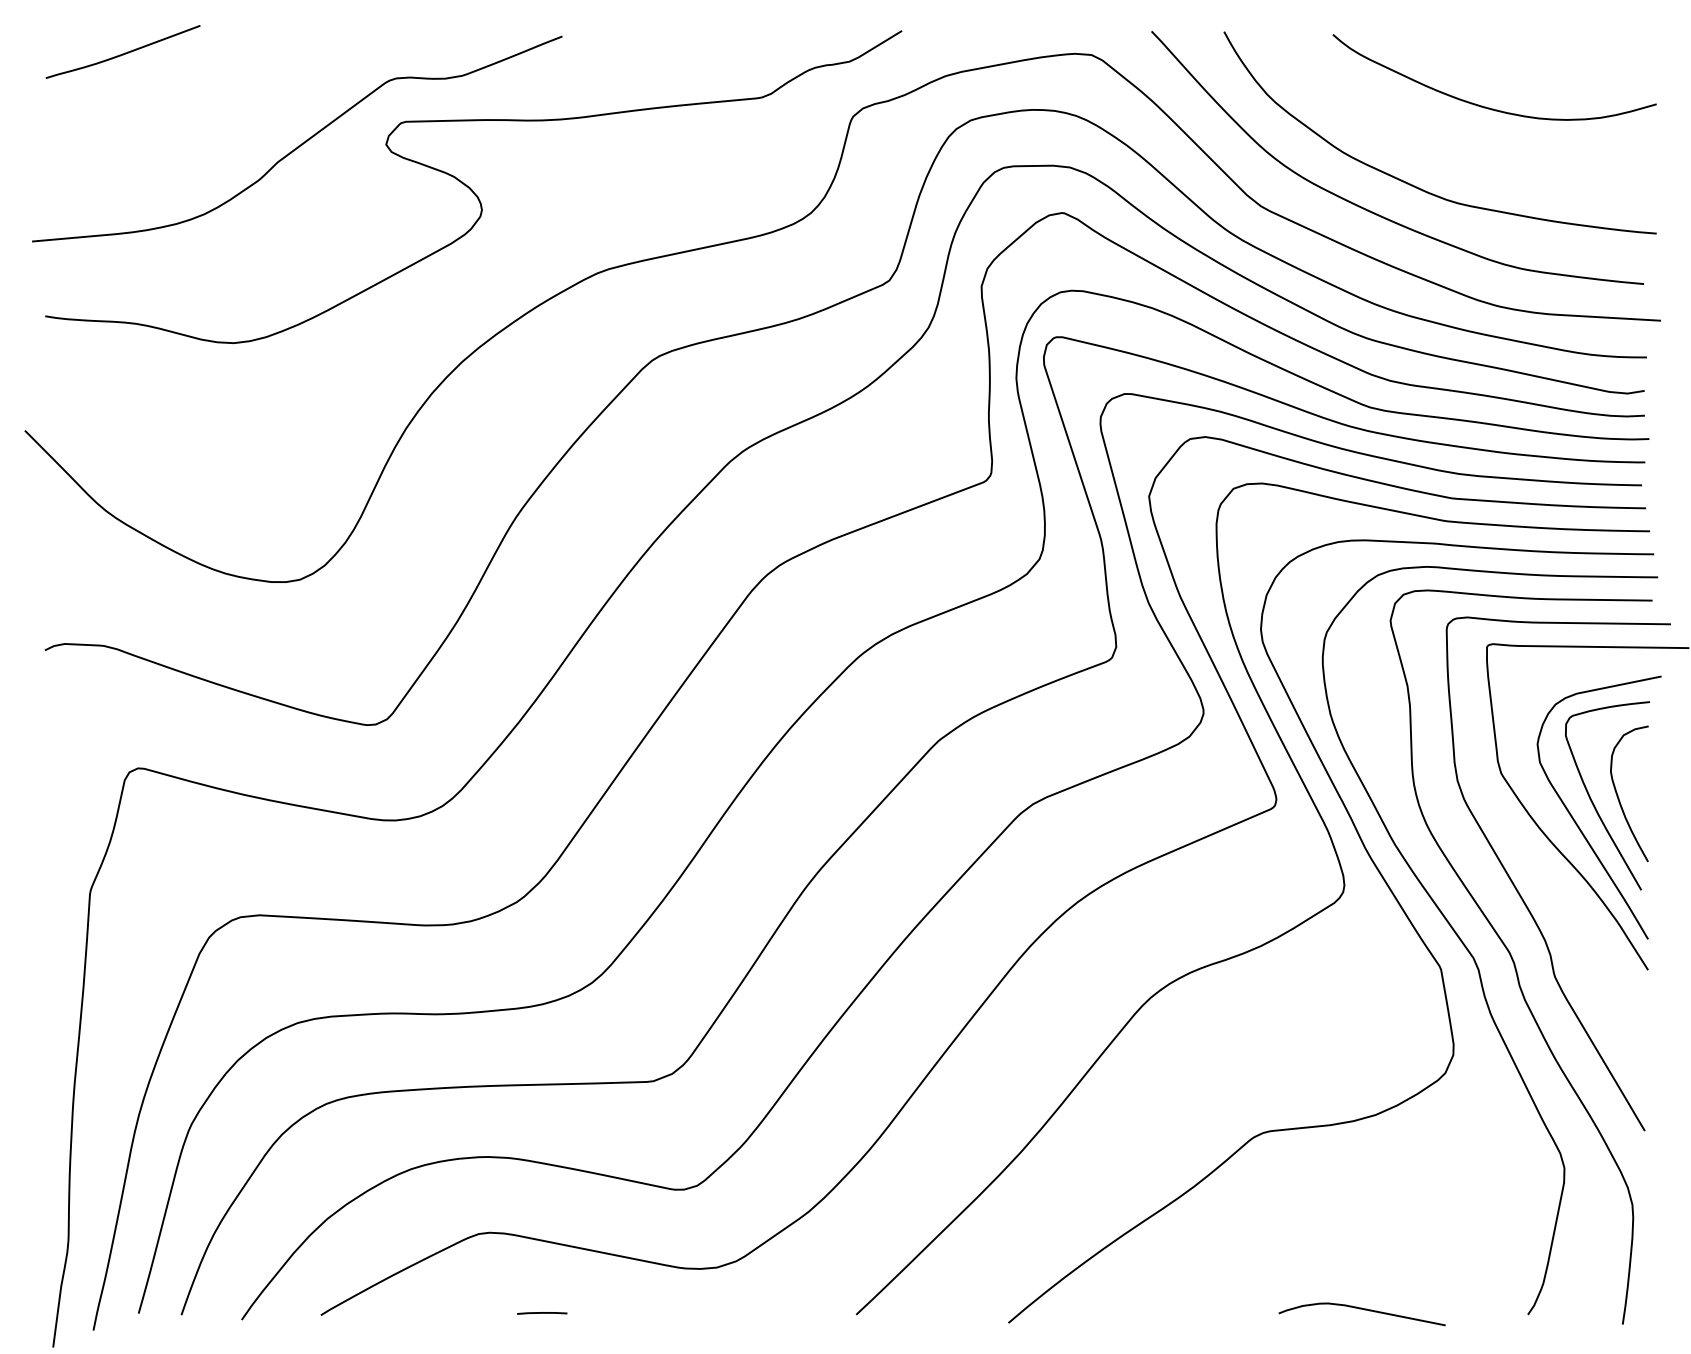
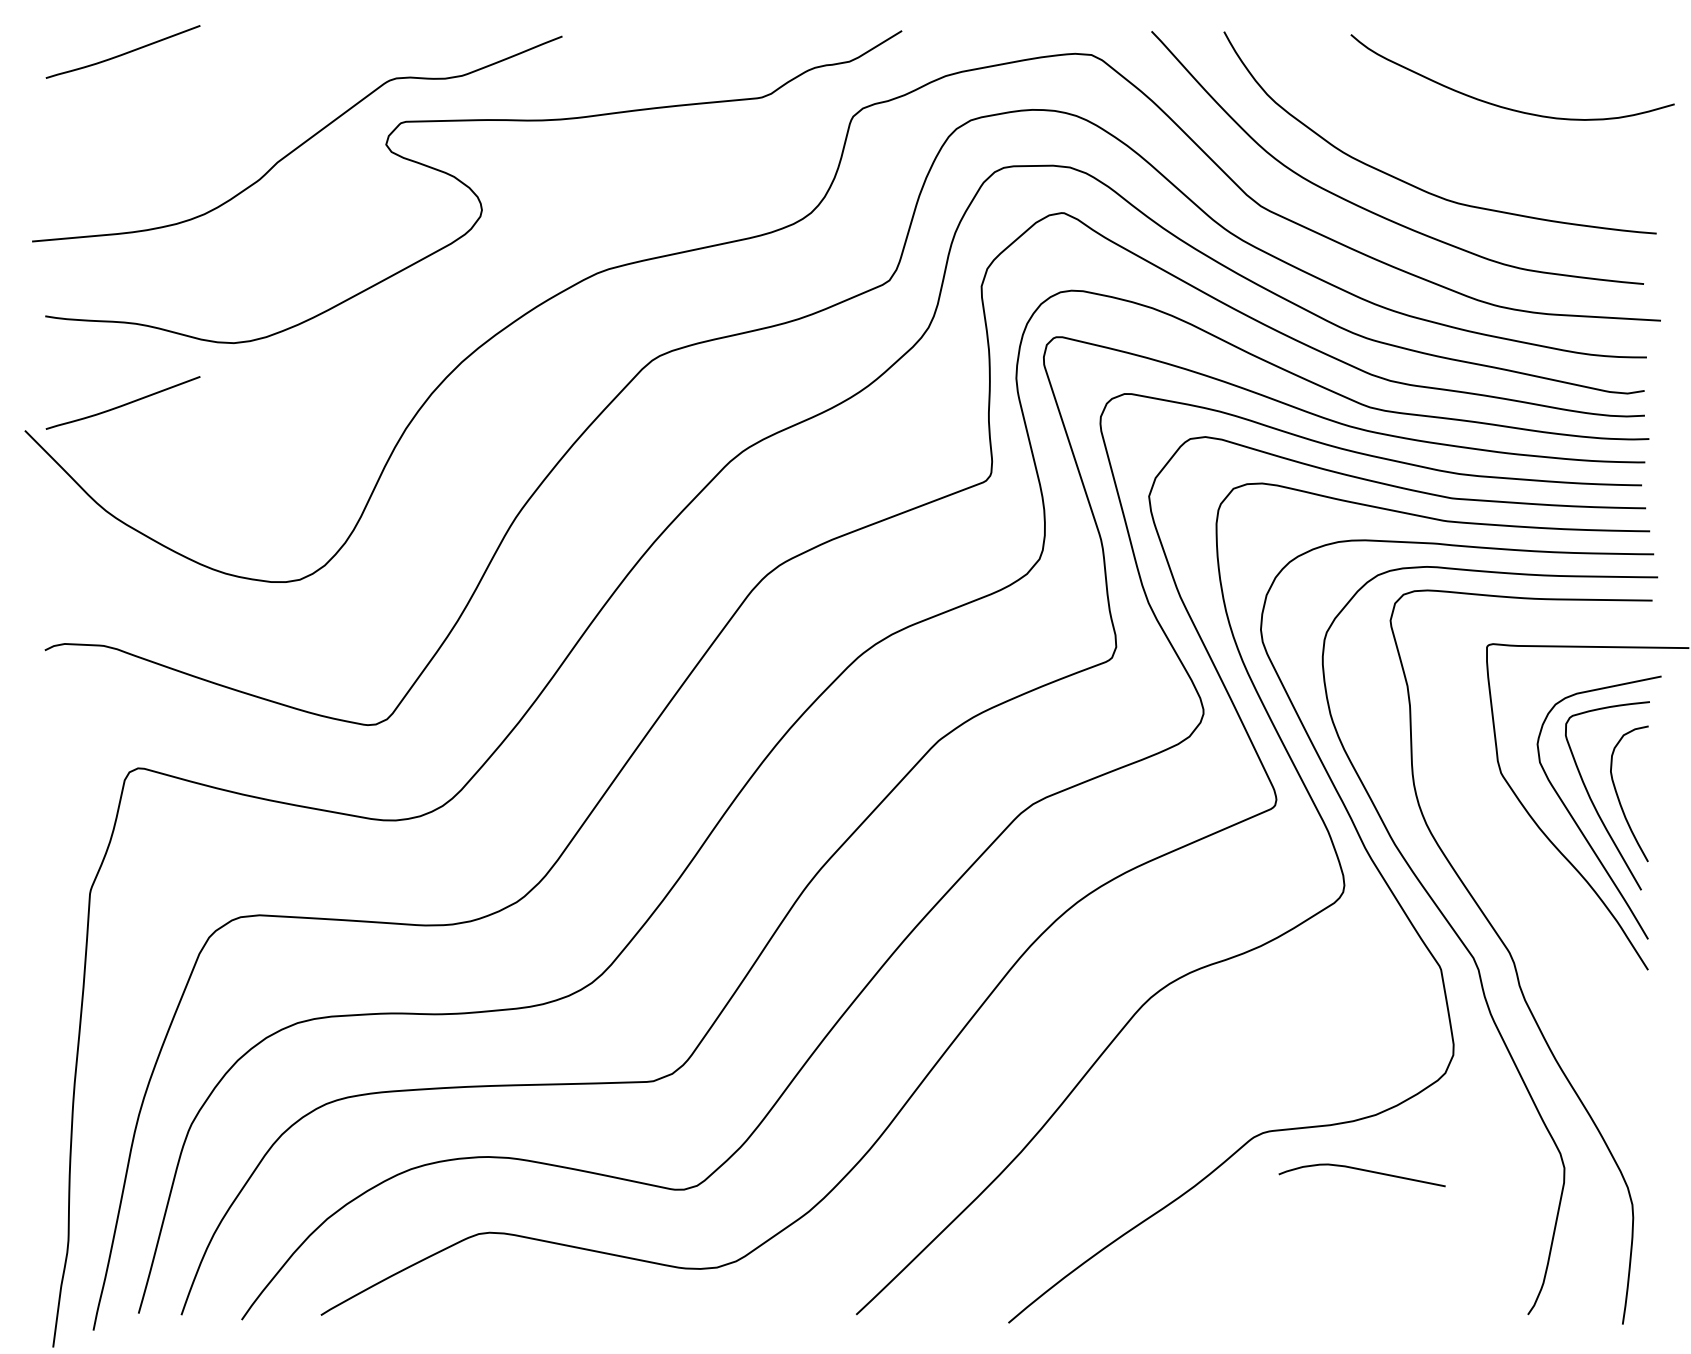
curve at (1485, 106) position: (1485, 106) -> (1503, 106)
curve at (122, 404): none -> present
curve at (1521, 895): present -> none
curve at (1361, 1309) position: (1361, 1309) -> (1361, 1170)
line at (542, 1313): present -> none
